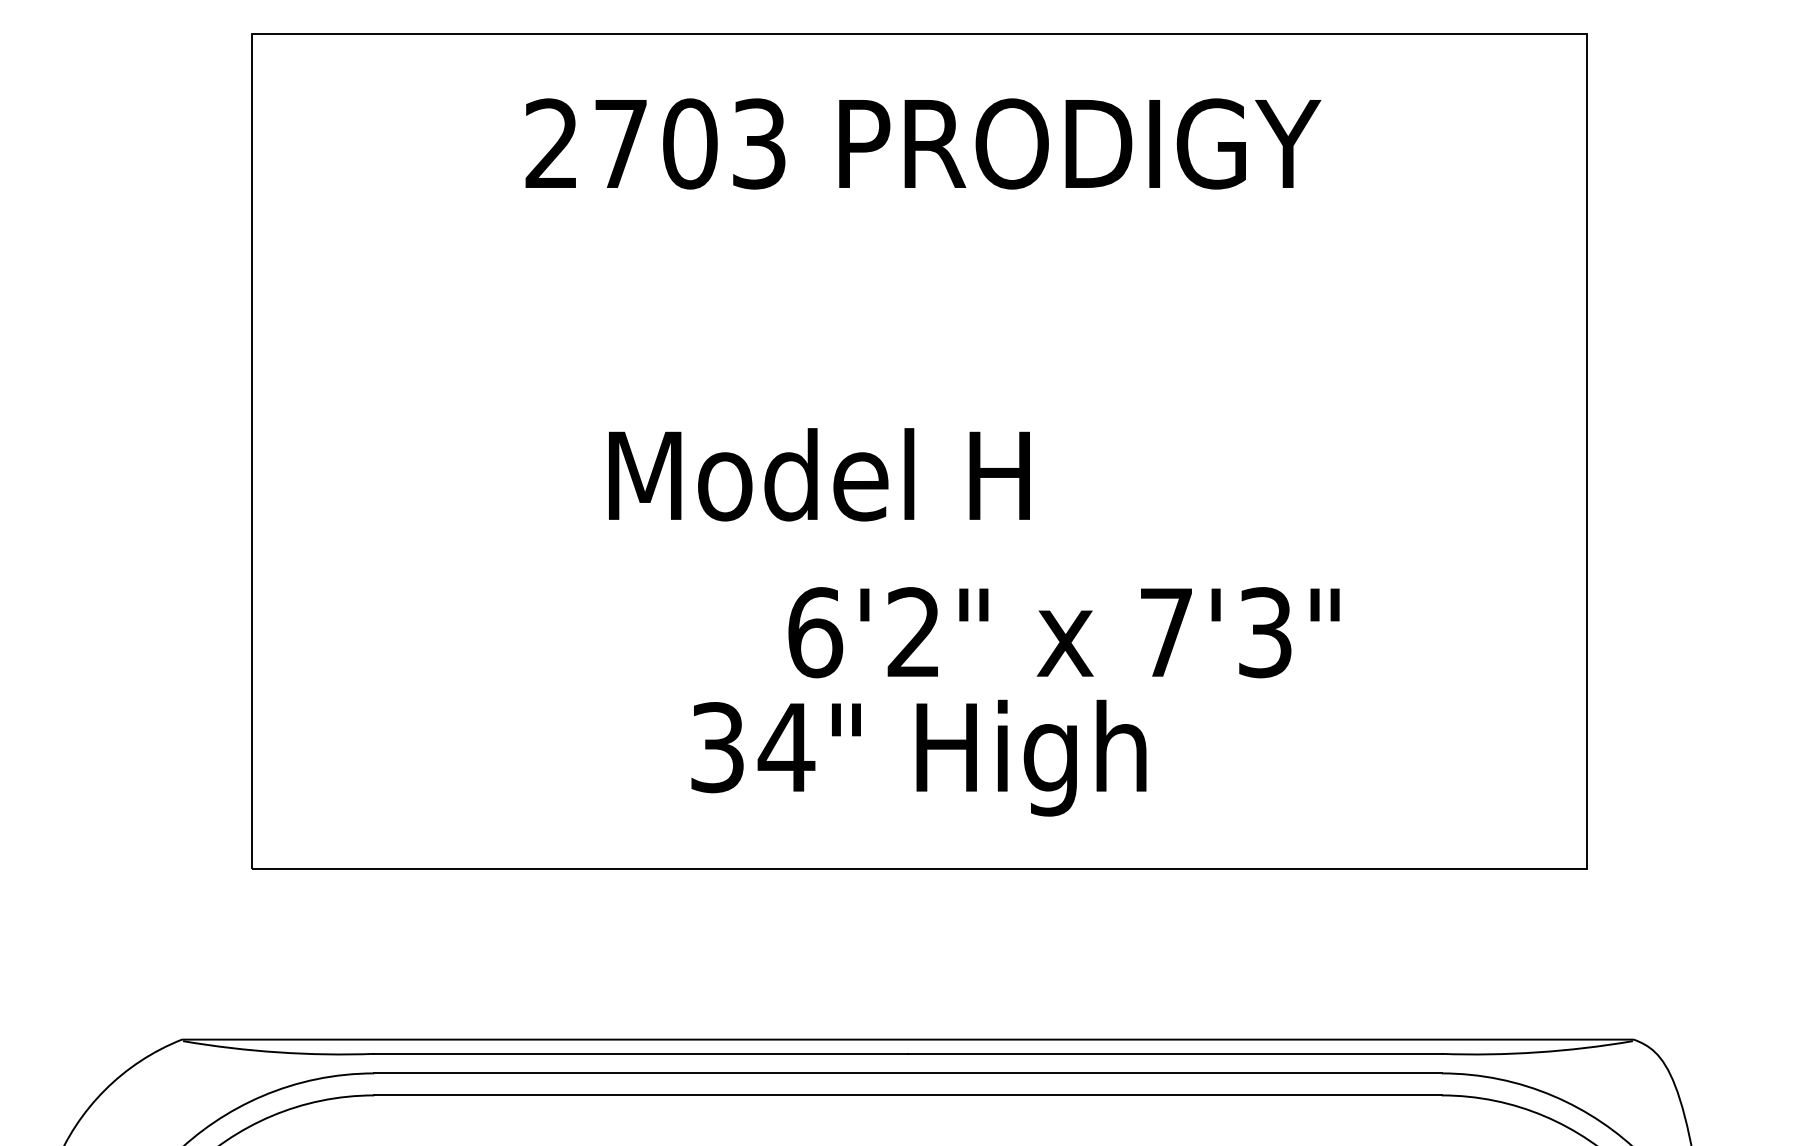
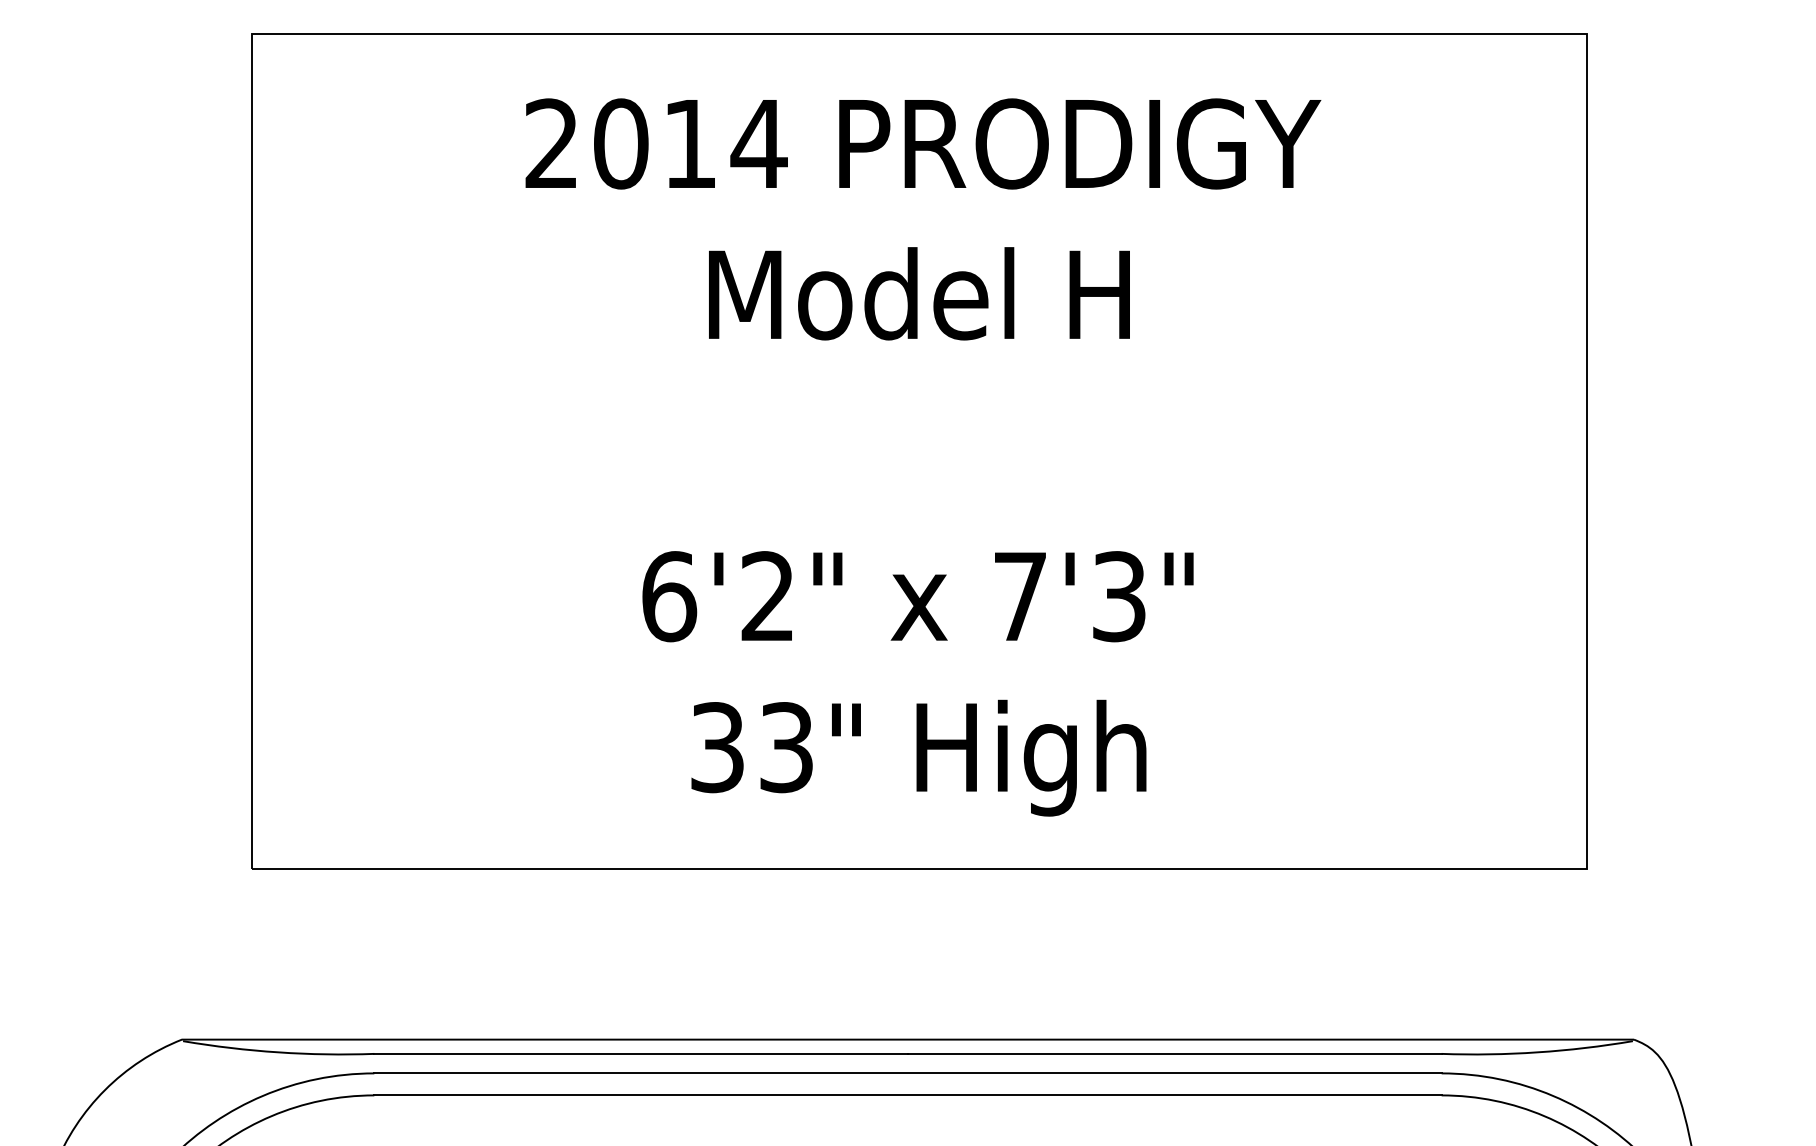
text at (690, 143): 2703 -> 2014
text at (819, 474) position: (819, 474) -> (919, 293)
text at (1063, 632) position: (1063, 632) -> (917, 596)
text at (786, 747): 34" -> 33"
